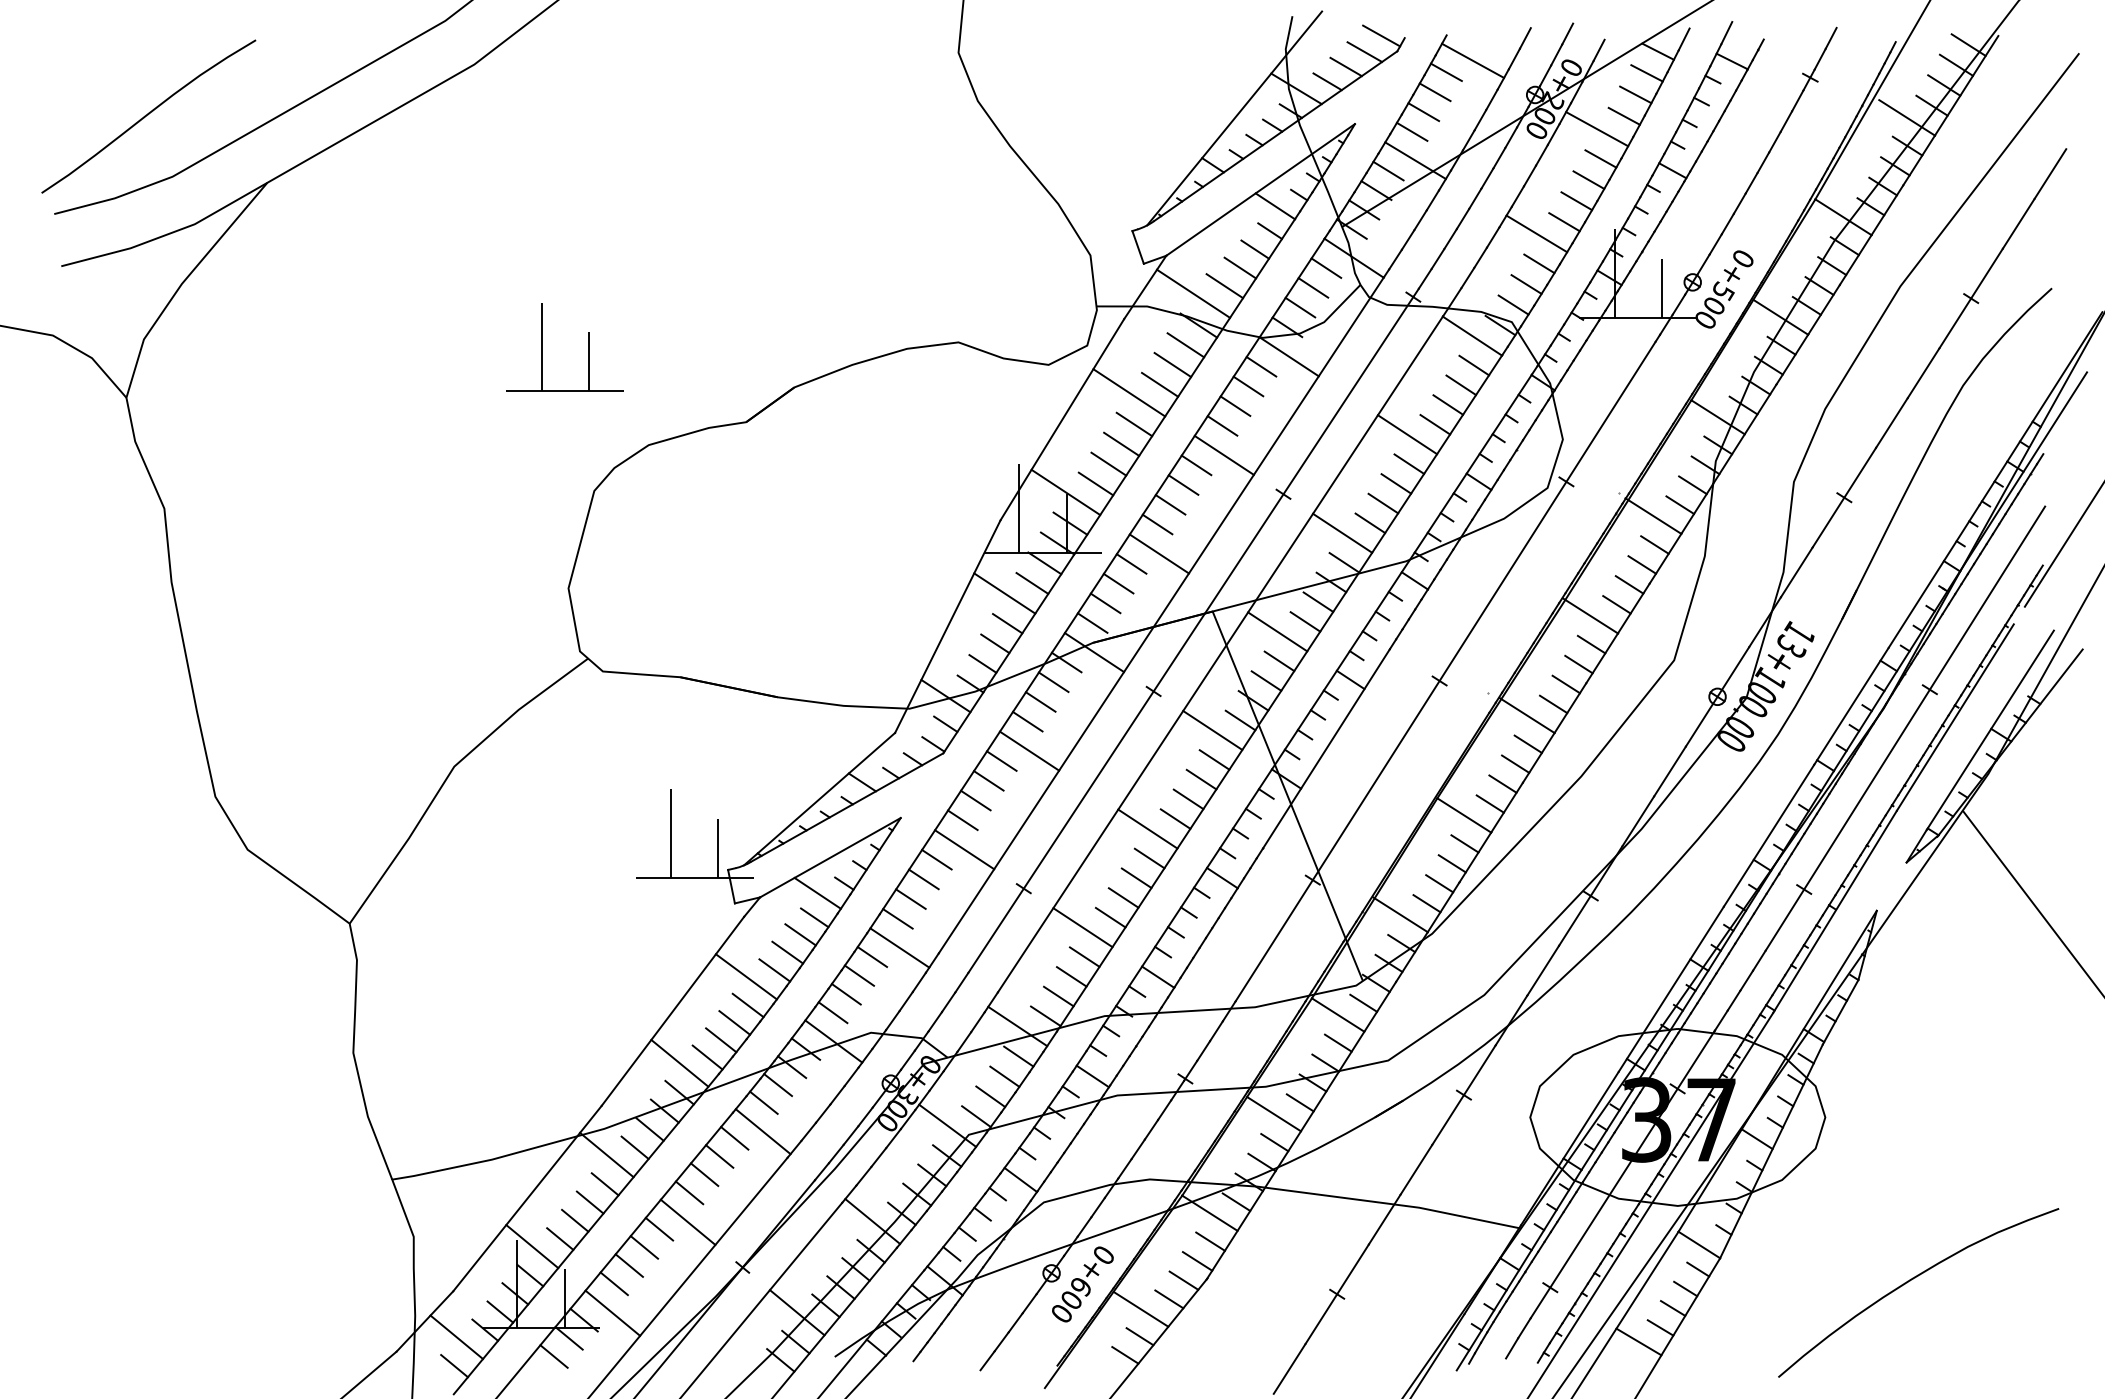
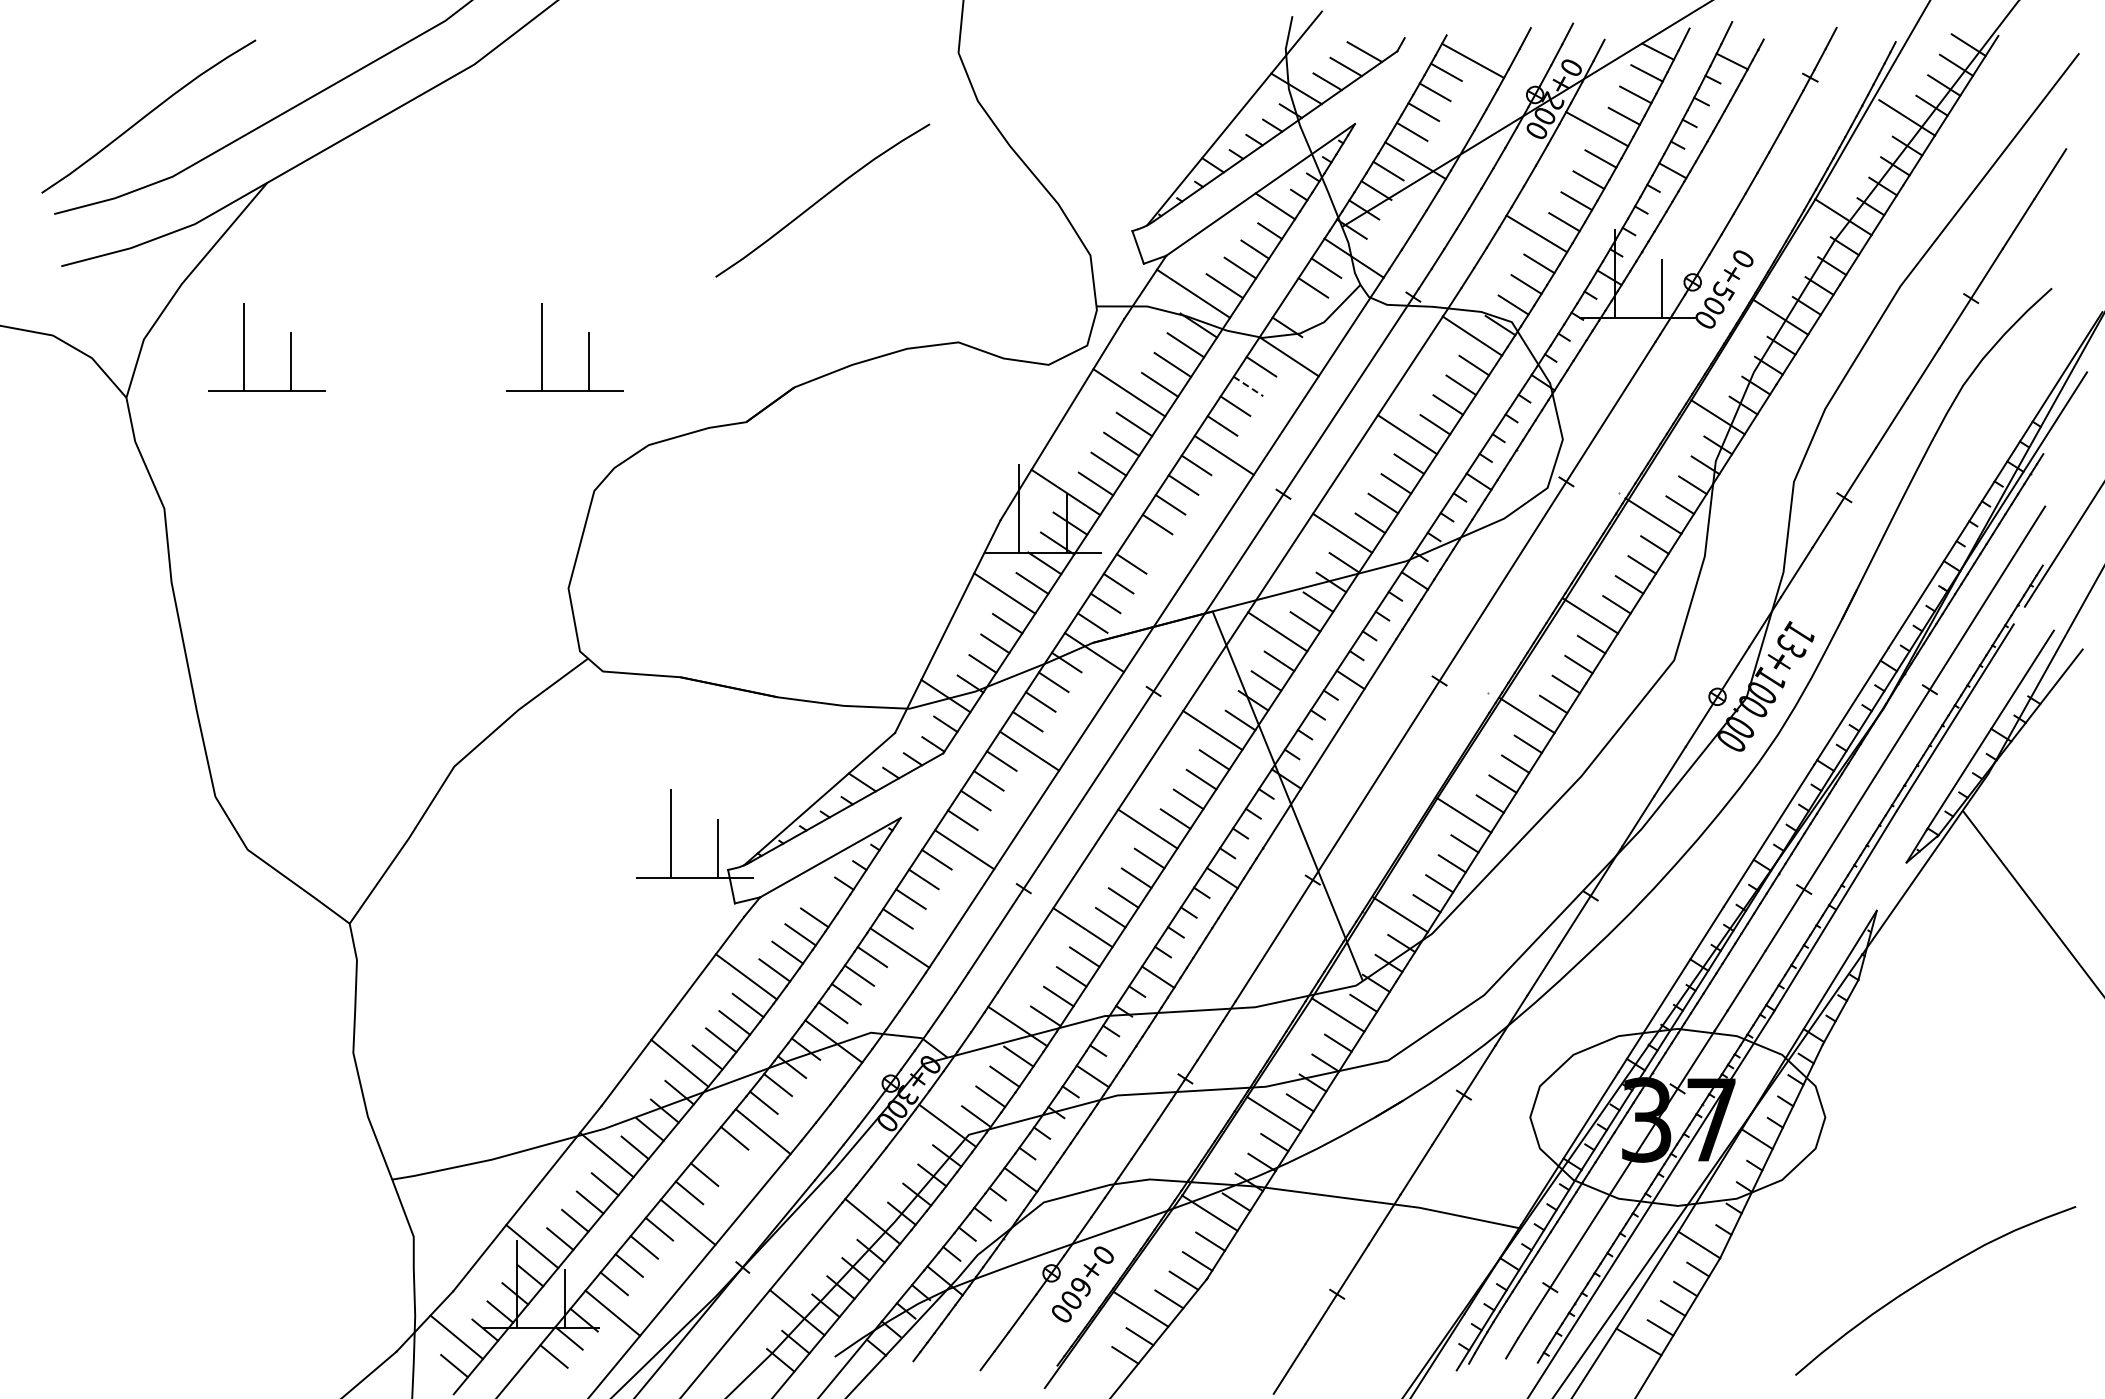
line at (1381, 35): present -> none
curve at (822, 199): none -> present
line at (1300, 307): present -> none
part at (244, 347): none -> present
line at (1248, 386): solid -> dashed
line at (1158, 553): present -> none
line at (817, 892): present -> none
line at (719, 1156): present -> none
curve at (1910, 1281) position: (1910, 1281) -> (1927, 1279)
